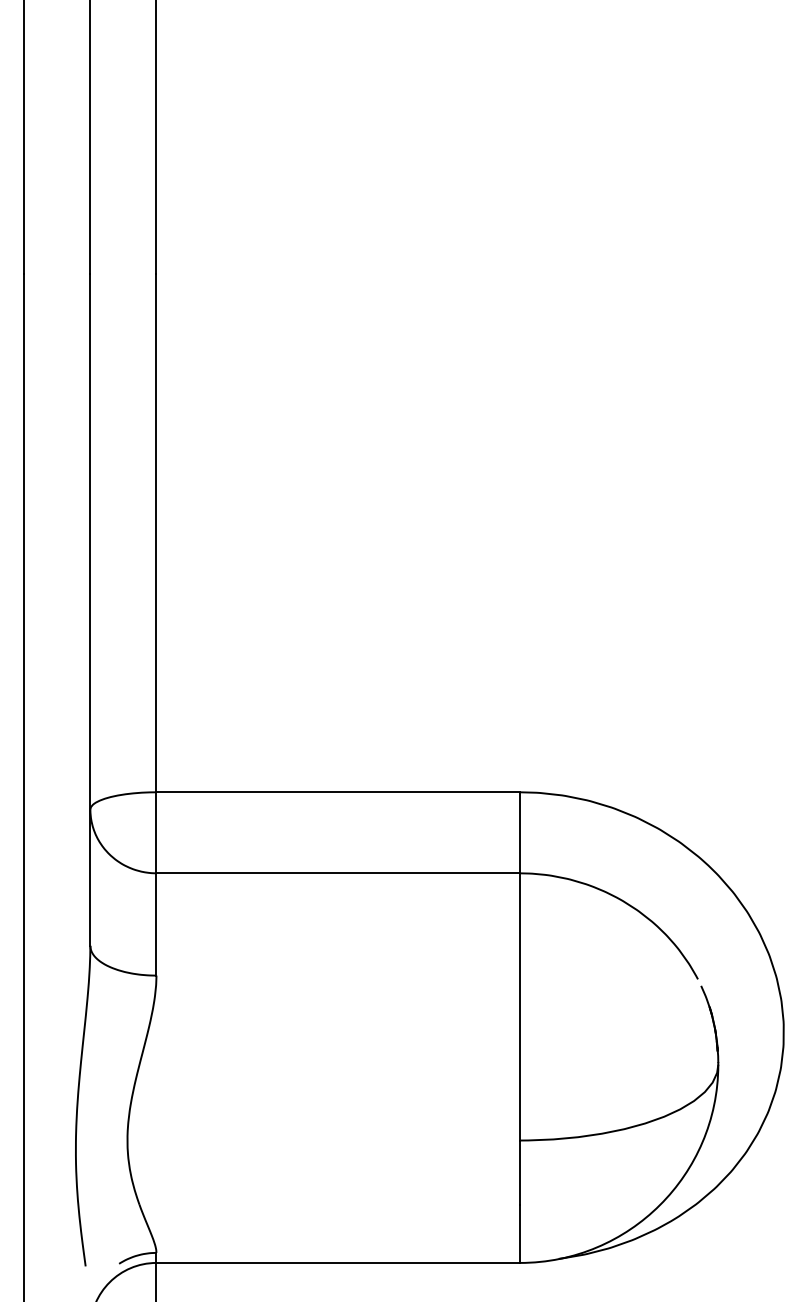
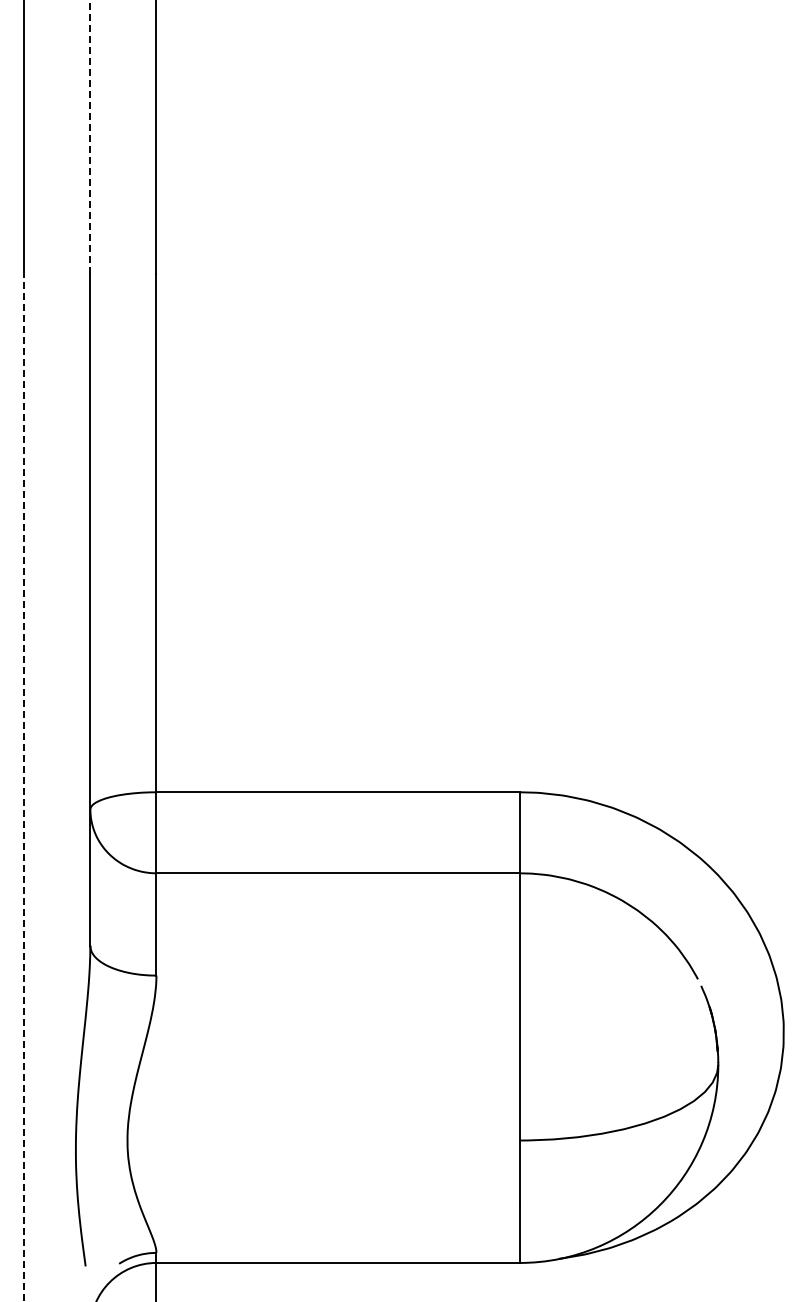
line at (90, 137): solid -> dashed
line at (24, 788): solid -> dashed
